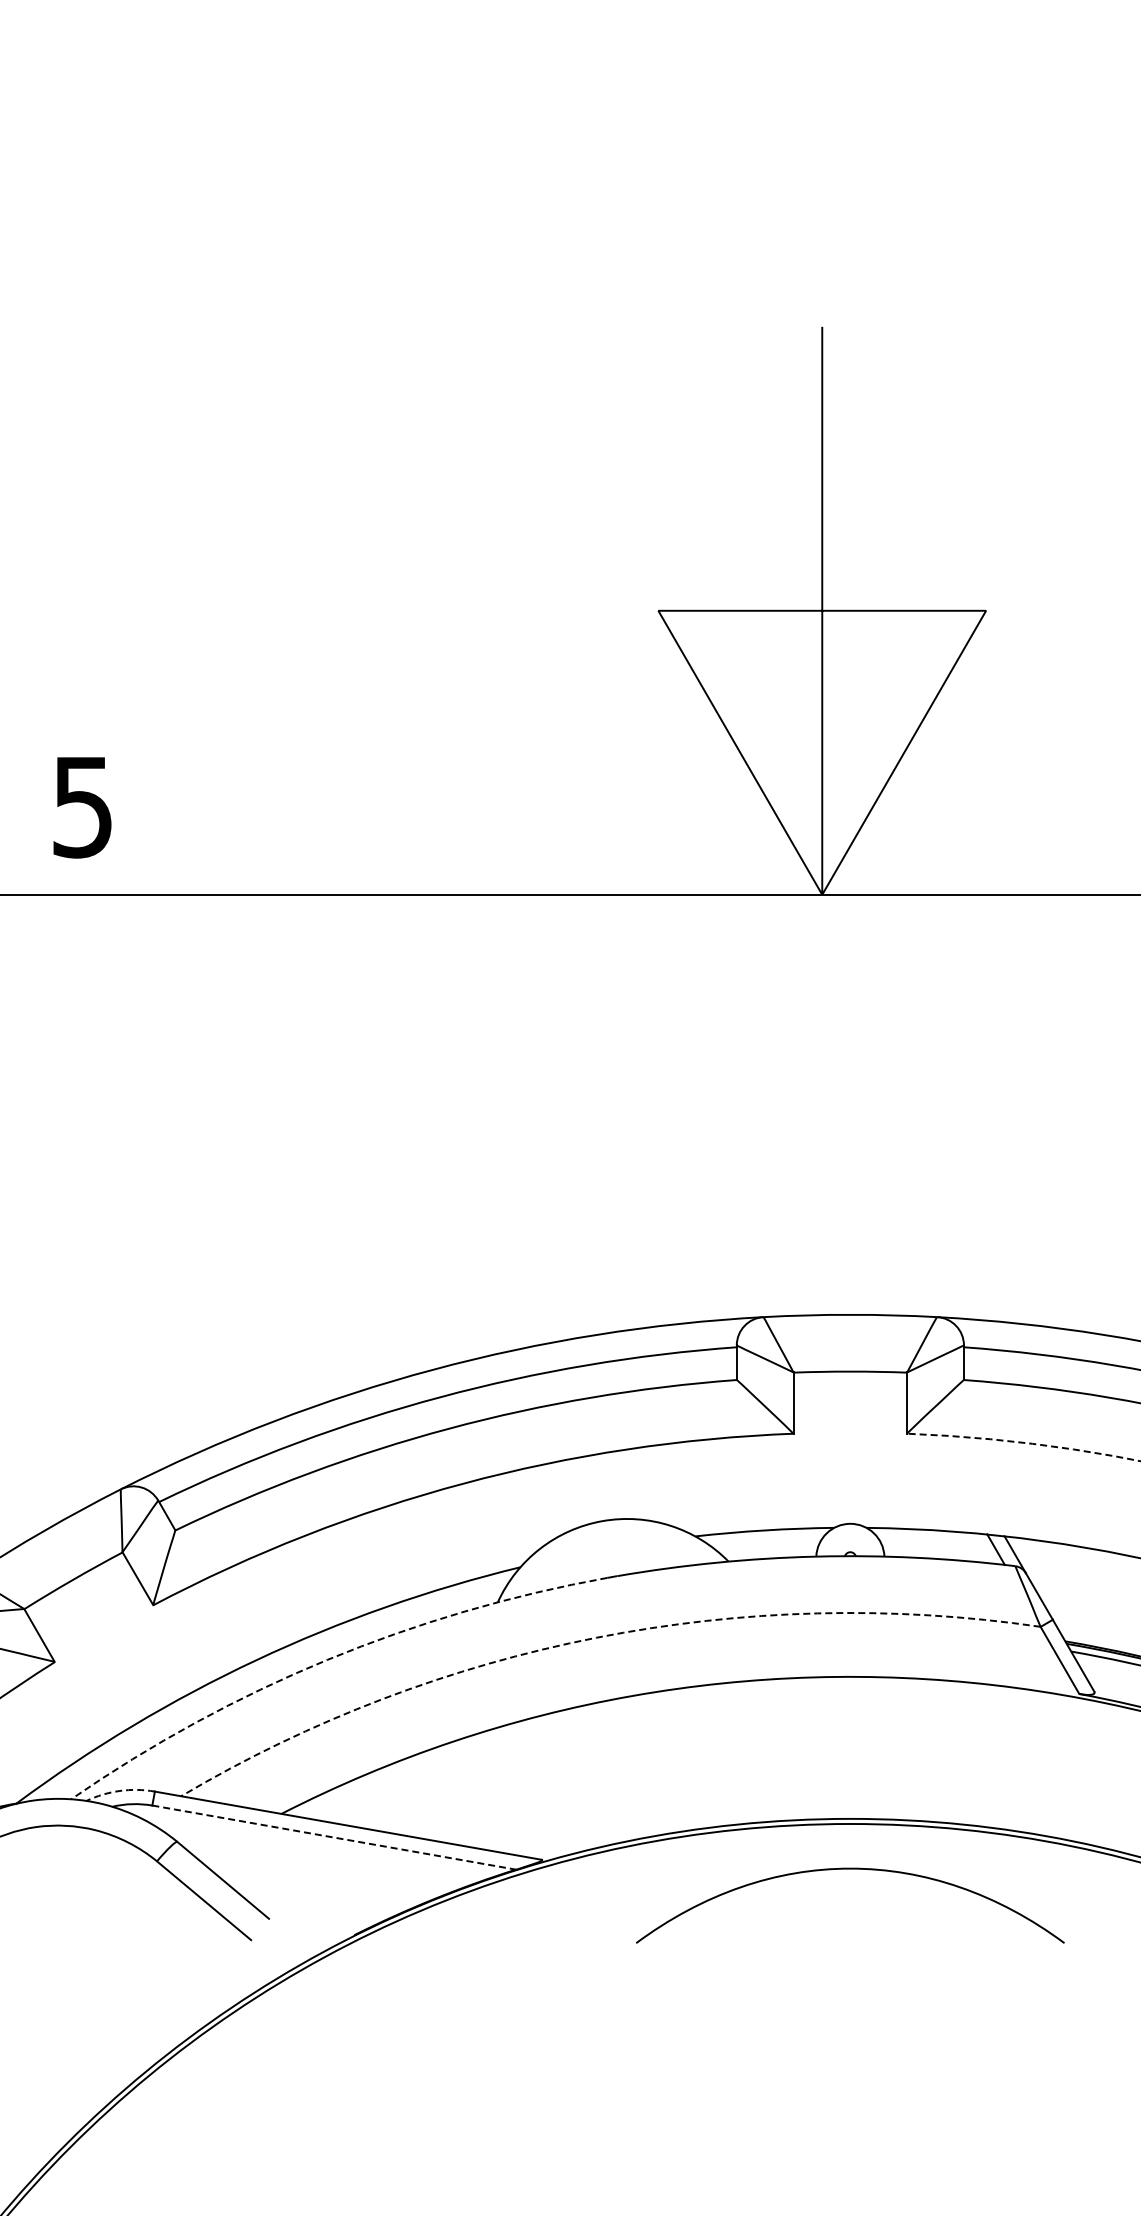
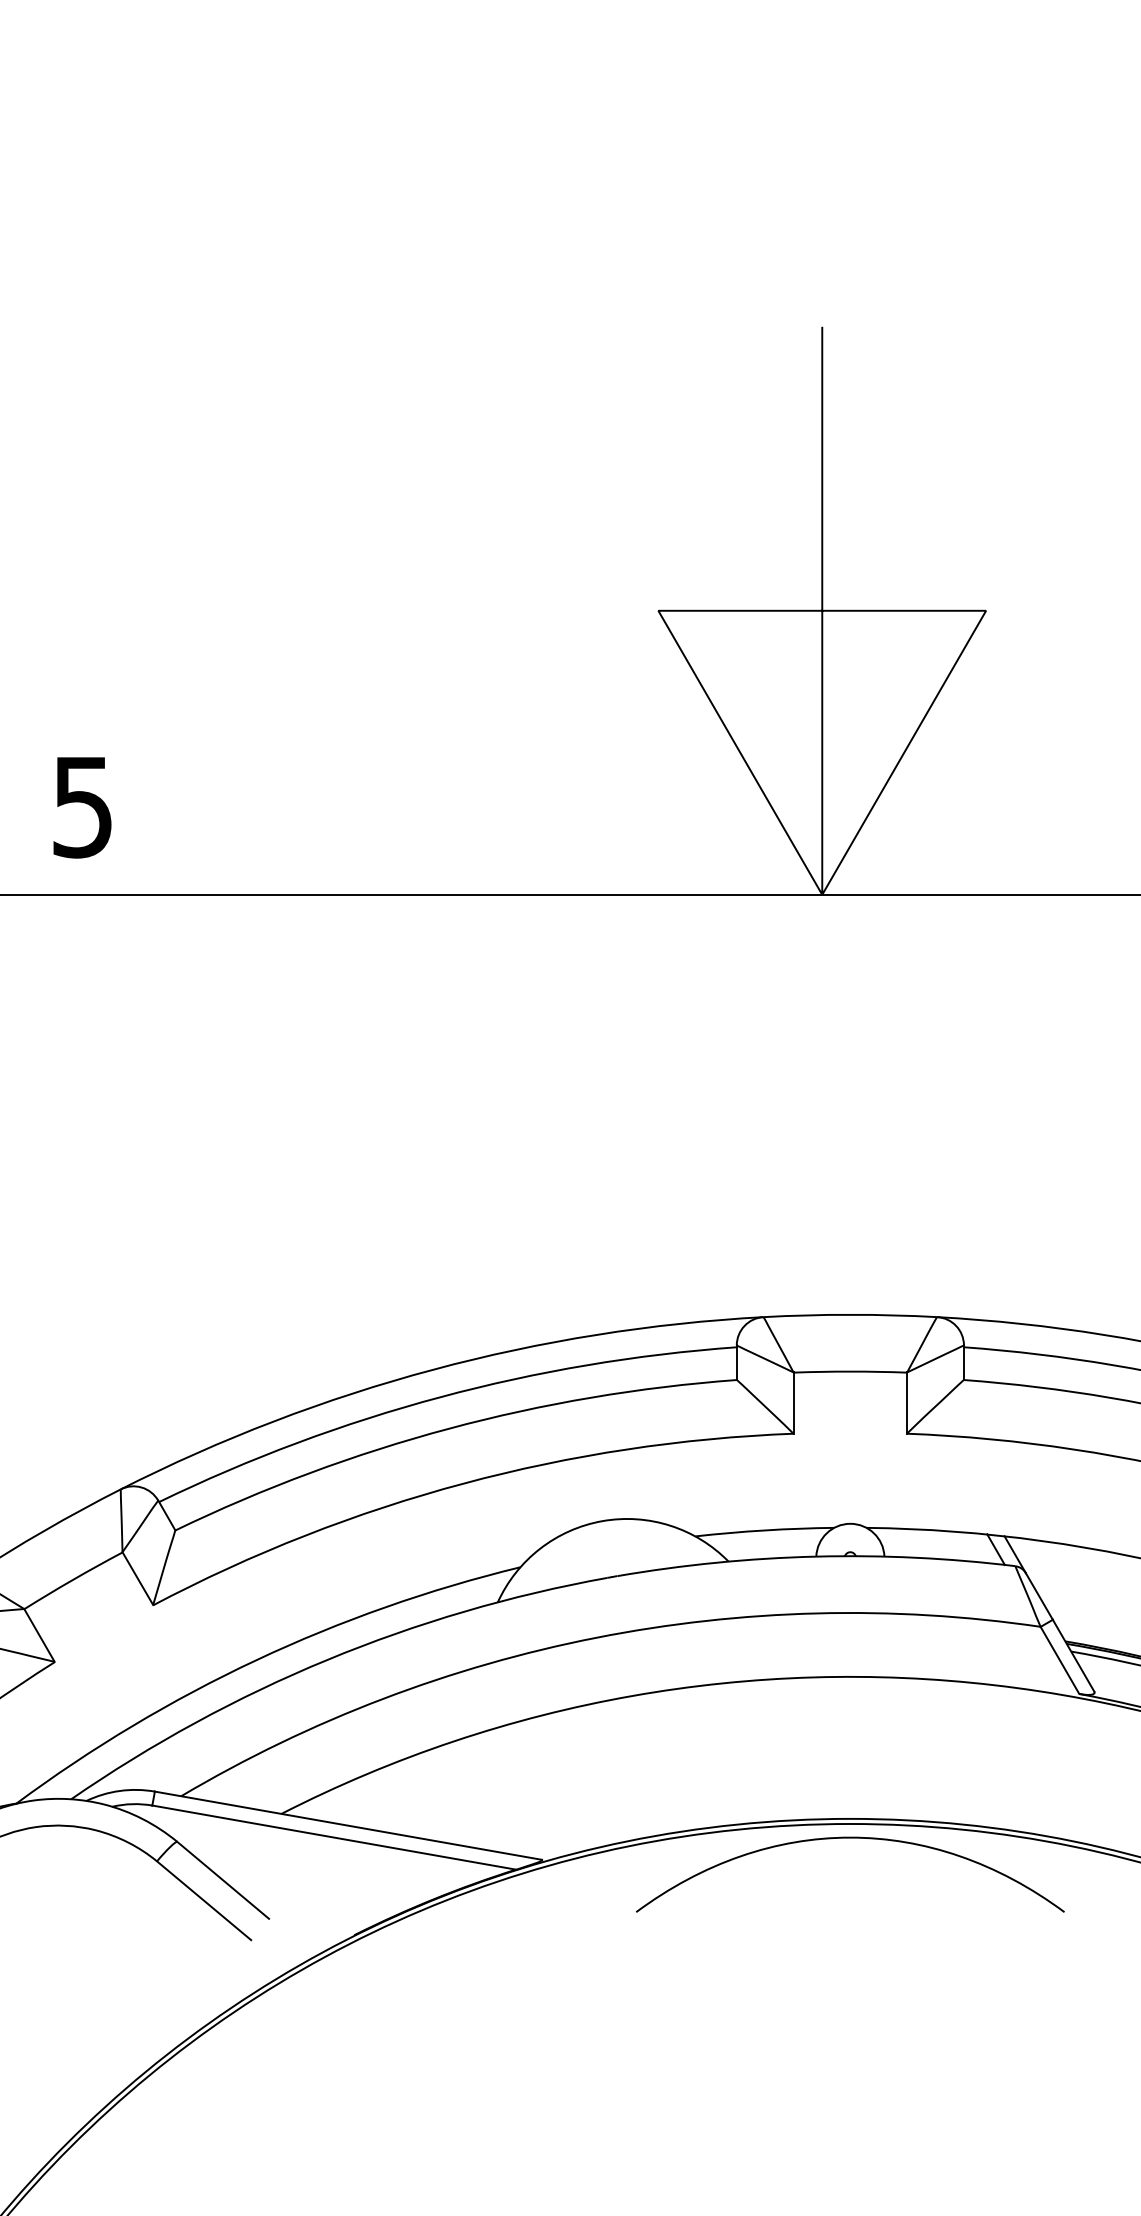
arc at (1024, 1442): dashed -> solid
arc at (596, 1637): dashed -> solid
arc at (327, 1659): dashed -> solid
arc at (119, 1790): dashed -> solid
line at (334, 1837): dashed -> solid
curve at (850, 1869) position: (850, 1869) -> (850, 1838)
